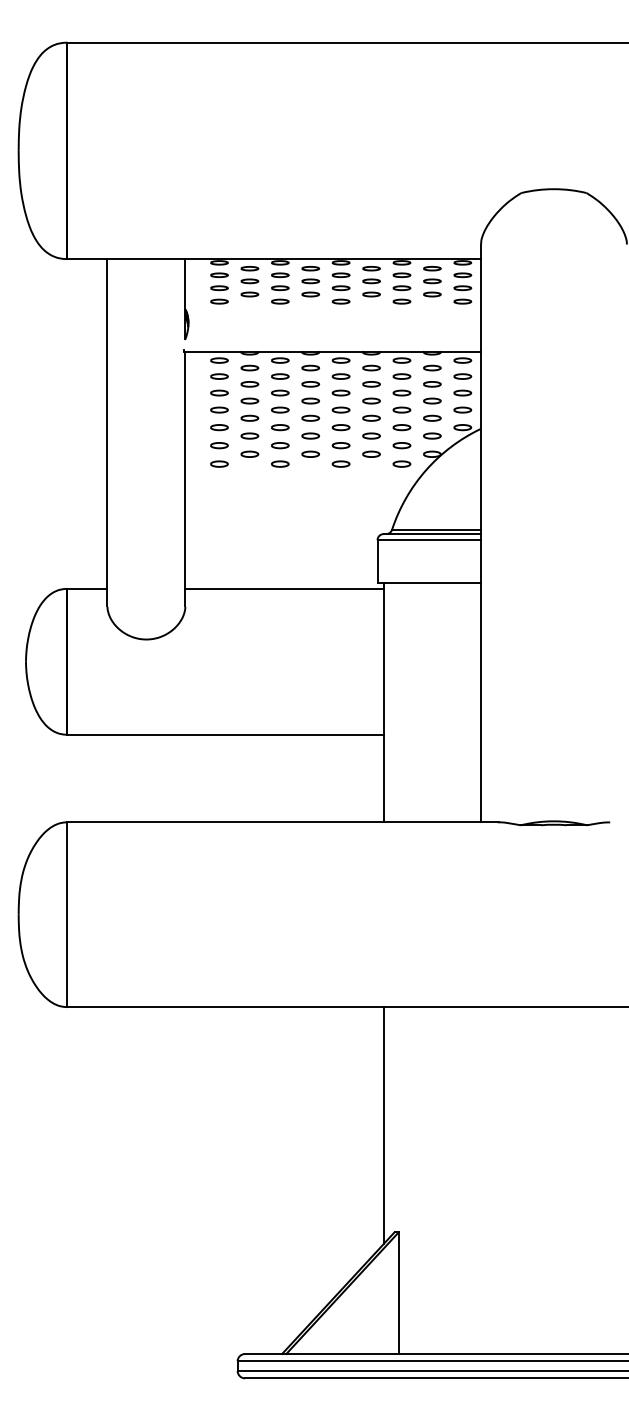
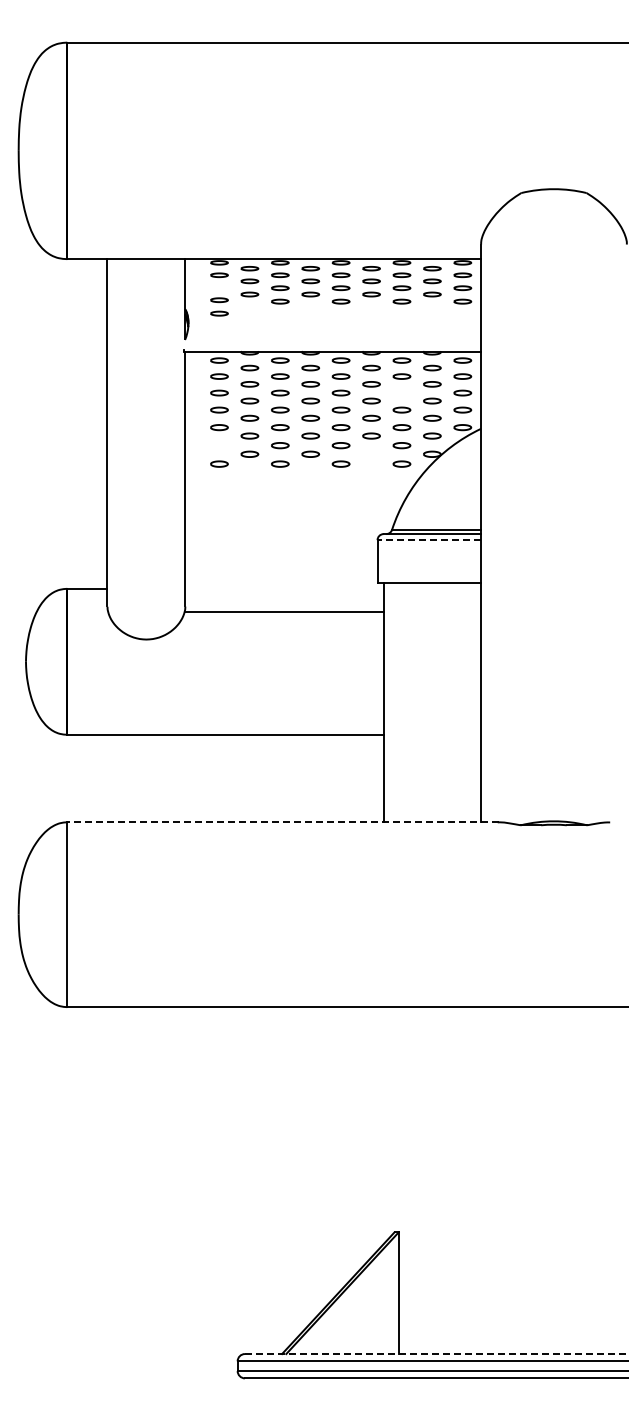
part at (219, 294) position: (219, 294) -> (219, 306)
part at (401, 392): present -> none
part at (219, 445): present -> none
part at (371, 453): present -> none
line at (429, 540): solid -> dashed
line at (284, 589) position: (284, 589) -> (284, 612)
line at (283, 822): solid -> dashed
line at (383, 1125): present -> none
line at (436, 1354): solid -> dashed
